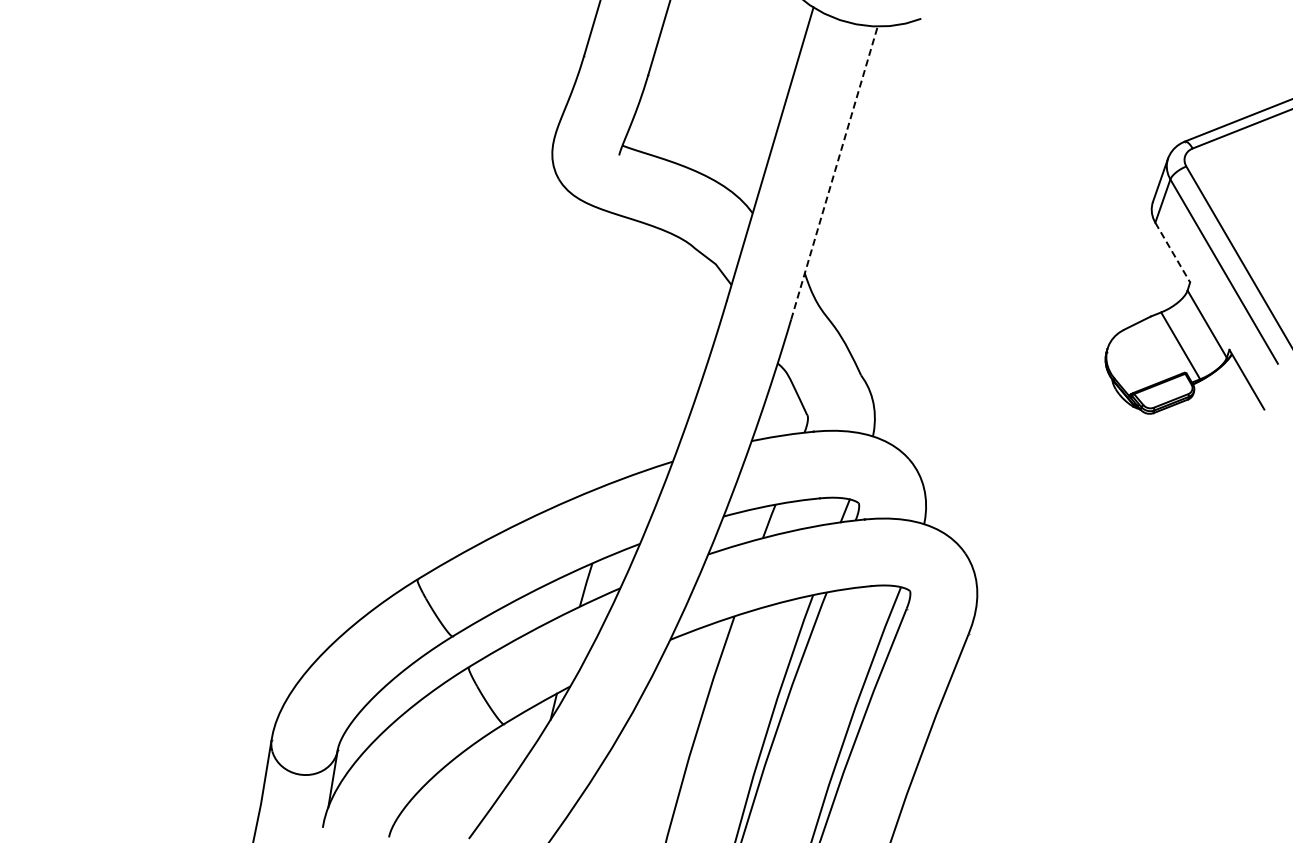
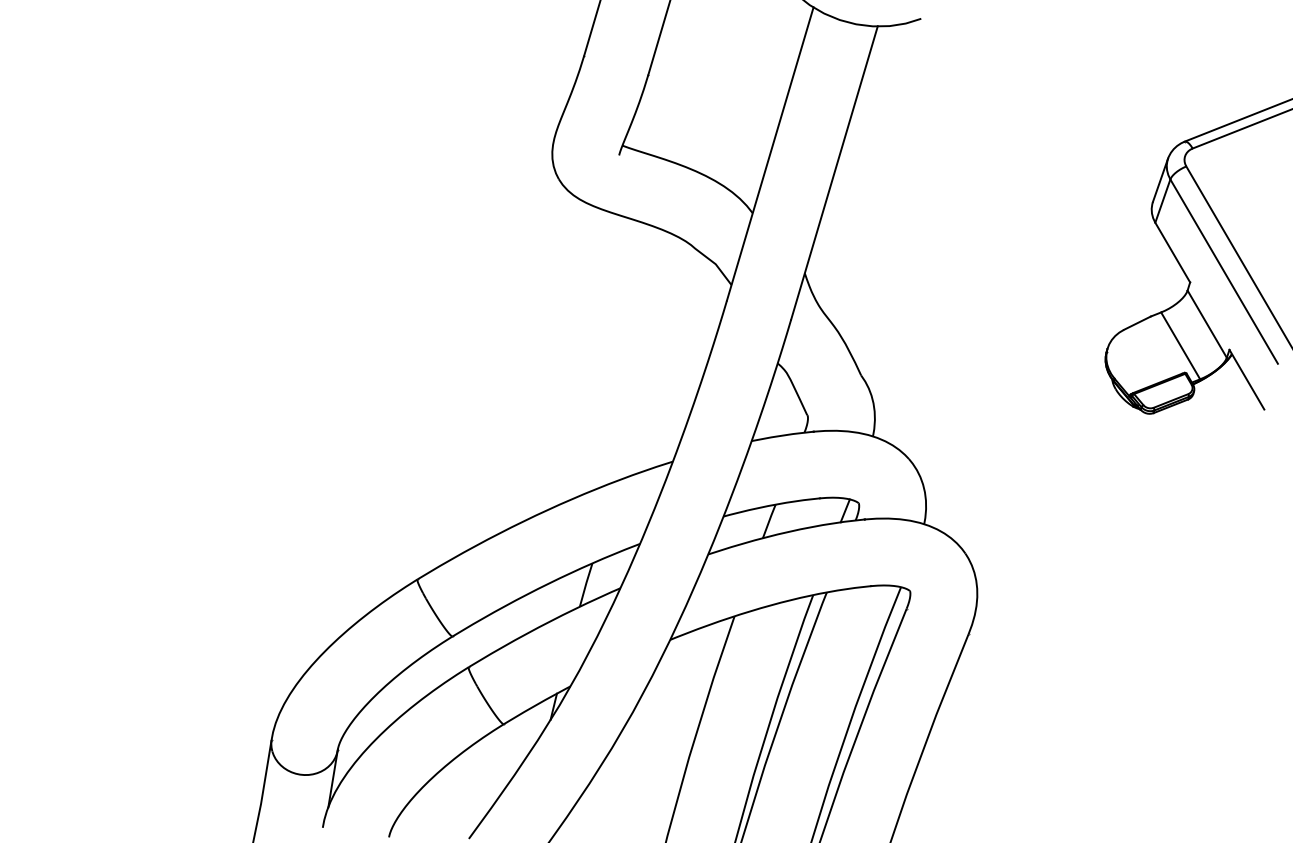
line at (834, 172): dashed -> solid
line at (1172, 252): dashed -> solid
